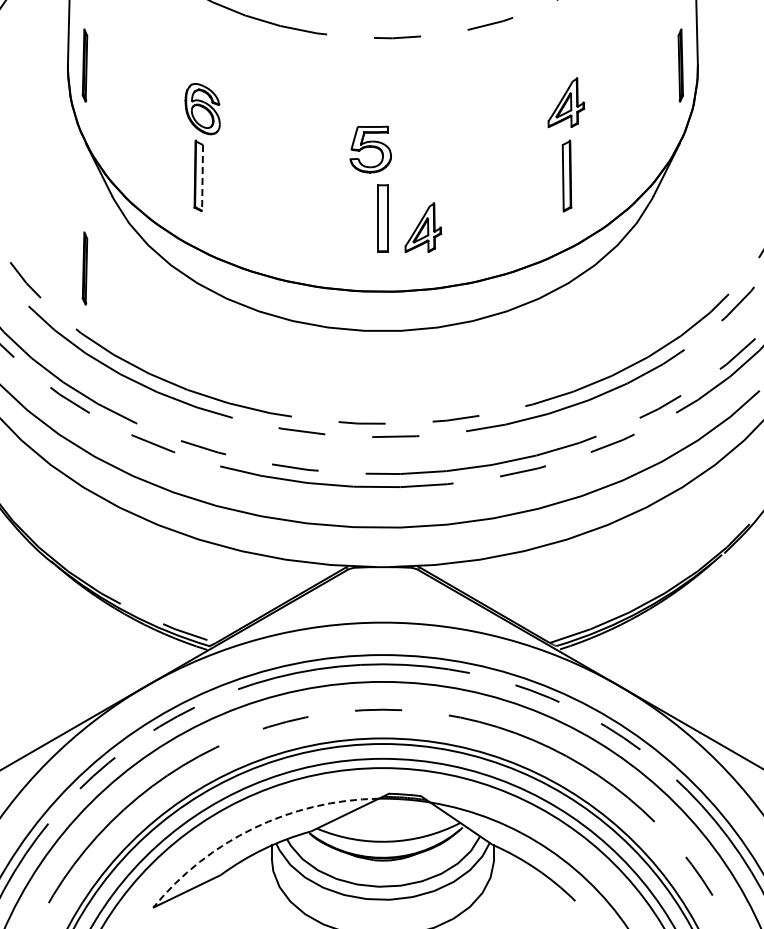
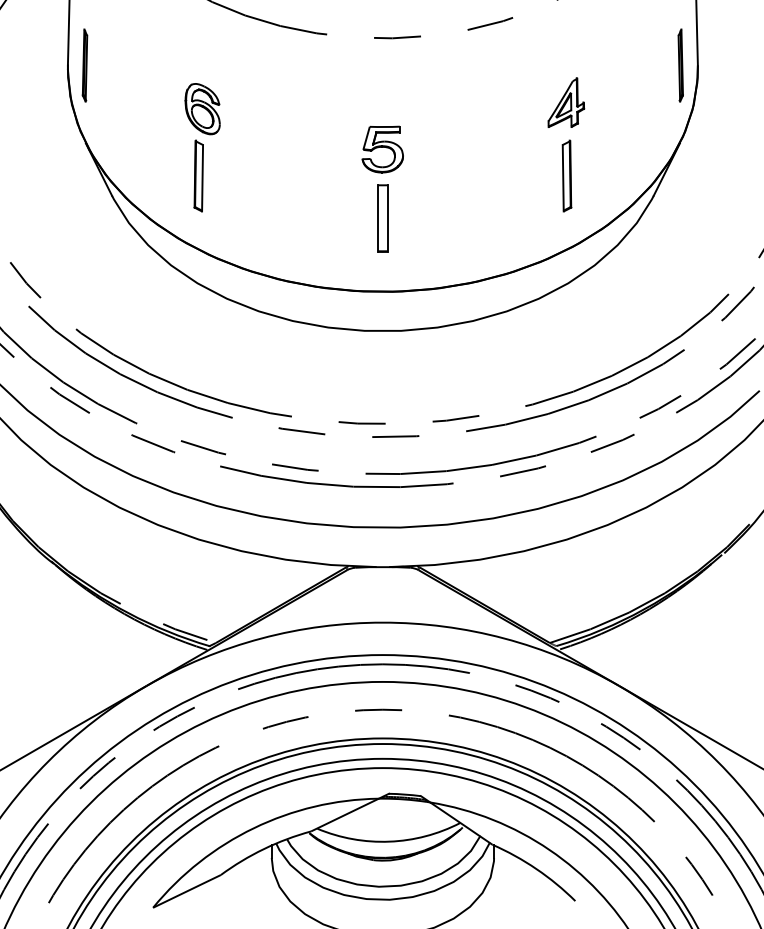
part at (370, 149) position: (370, 149) -> (382, 149)
line at (202, 178): dashed -> solid
part at (423, 227): present -> none
part at (84, 268): present -> none
arc at (253, 828): dashed -> solid
